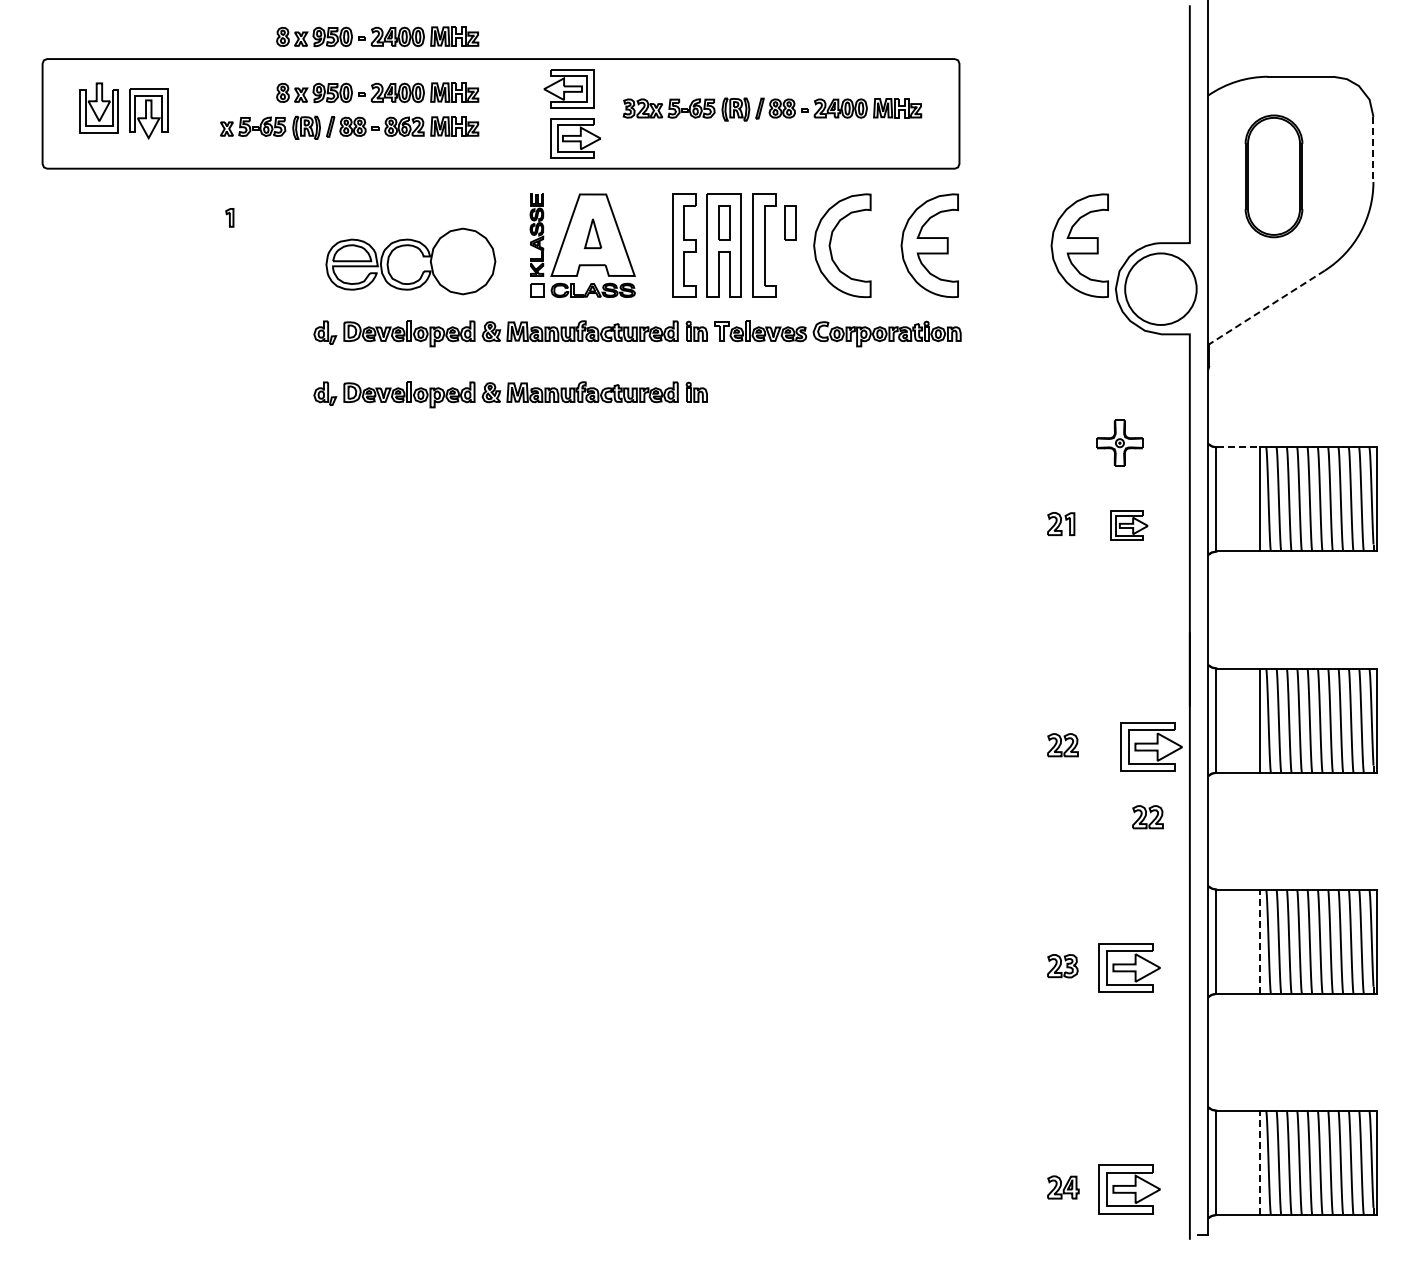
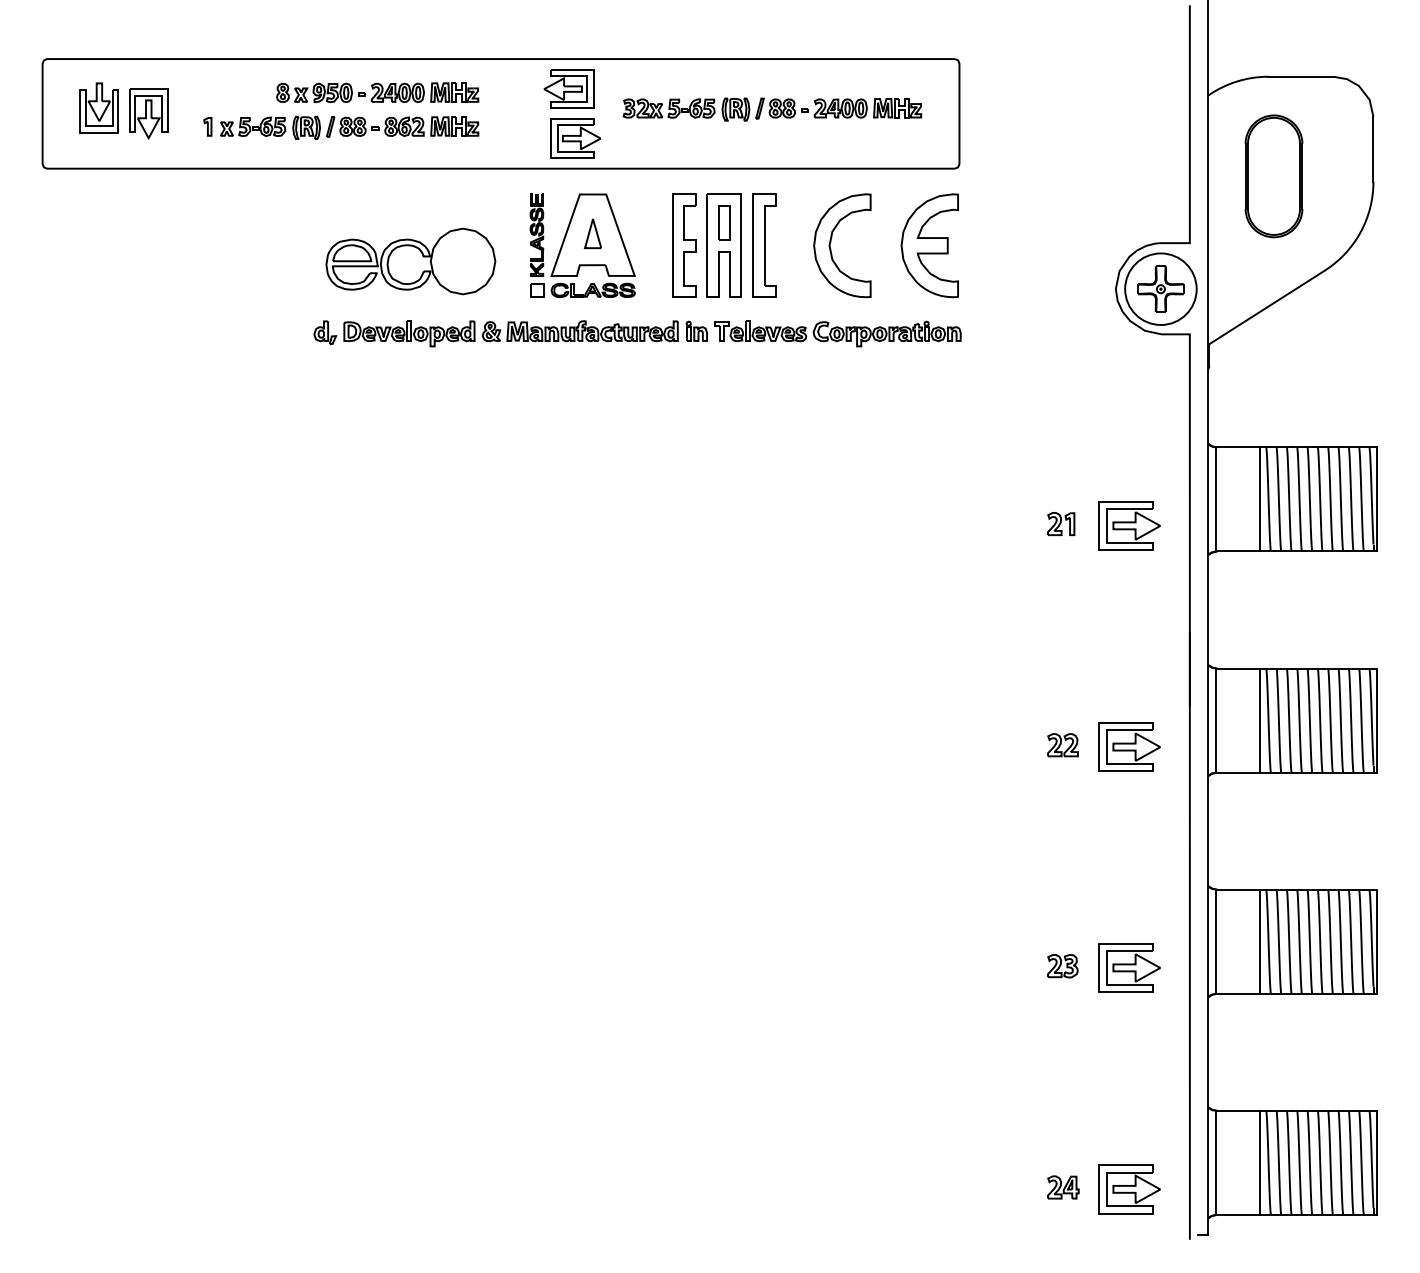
part at (377, 36): present -> none
line at (1373, 149): dashed -> solid
part at (229, 217) position: (229, 217) -> (207, 126)
part at (790, 222): present -> none
part at (1079, 245): present -> none
line at (1266, 307): dashed -> solid
part at (510, 394): present -> none
part at (1119, 442) position: (1119, 442) -> (1160, 288)
line at (1238, 447): dashed -> solid
part at (1129, 525) size: 39x31 px -> 63x50 px
part at (1151, 746) position: (1151, 746) -> (1129, 746)
part at (1147, 817): present -> none
line at (1260, 941): dashed -> solid
line at (1260, 1162): dashed -> solid
